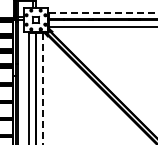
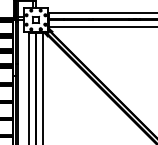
line at (103, 13): dashed -> solid
line at (42, 88): dashed -> solid
